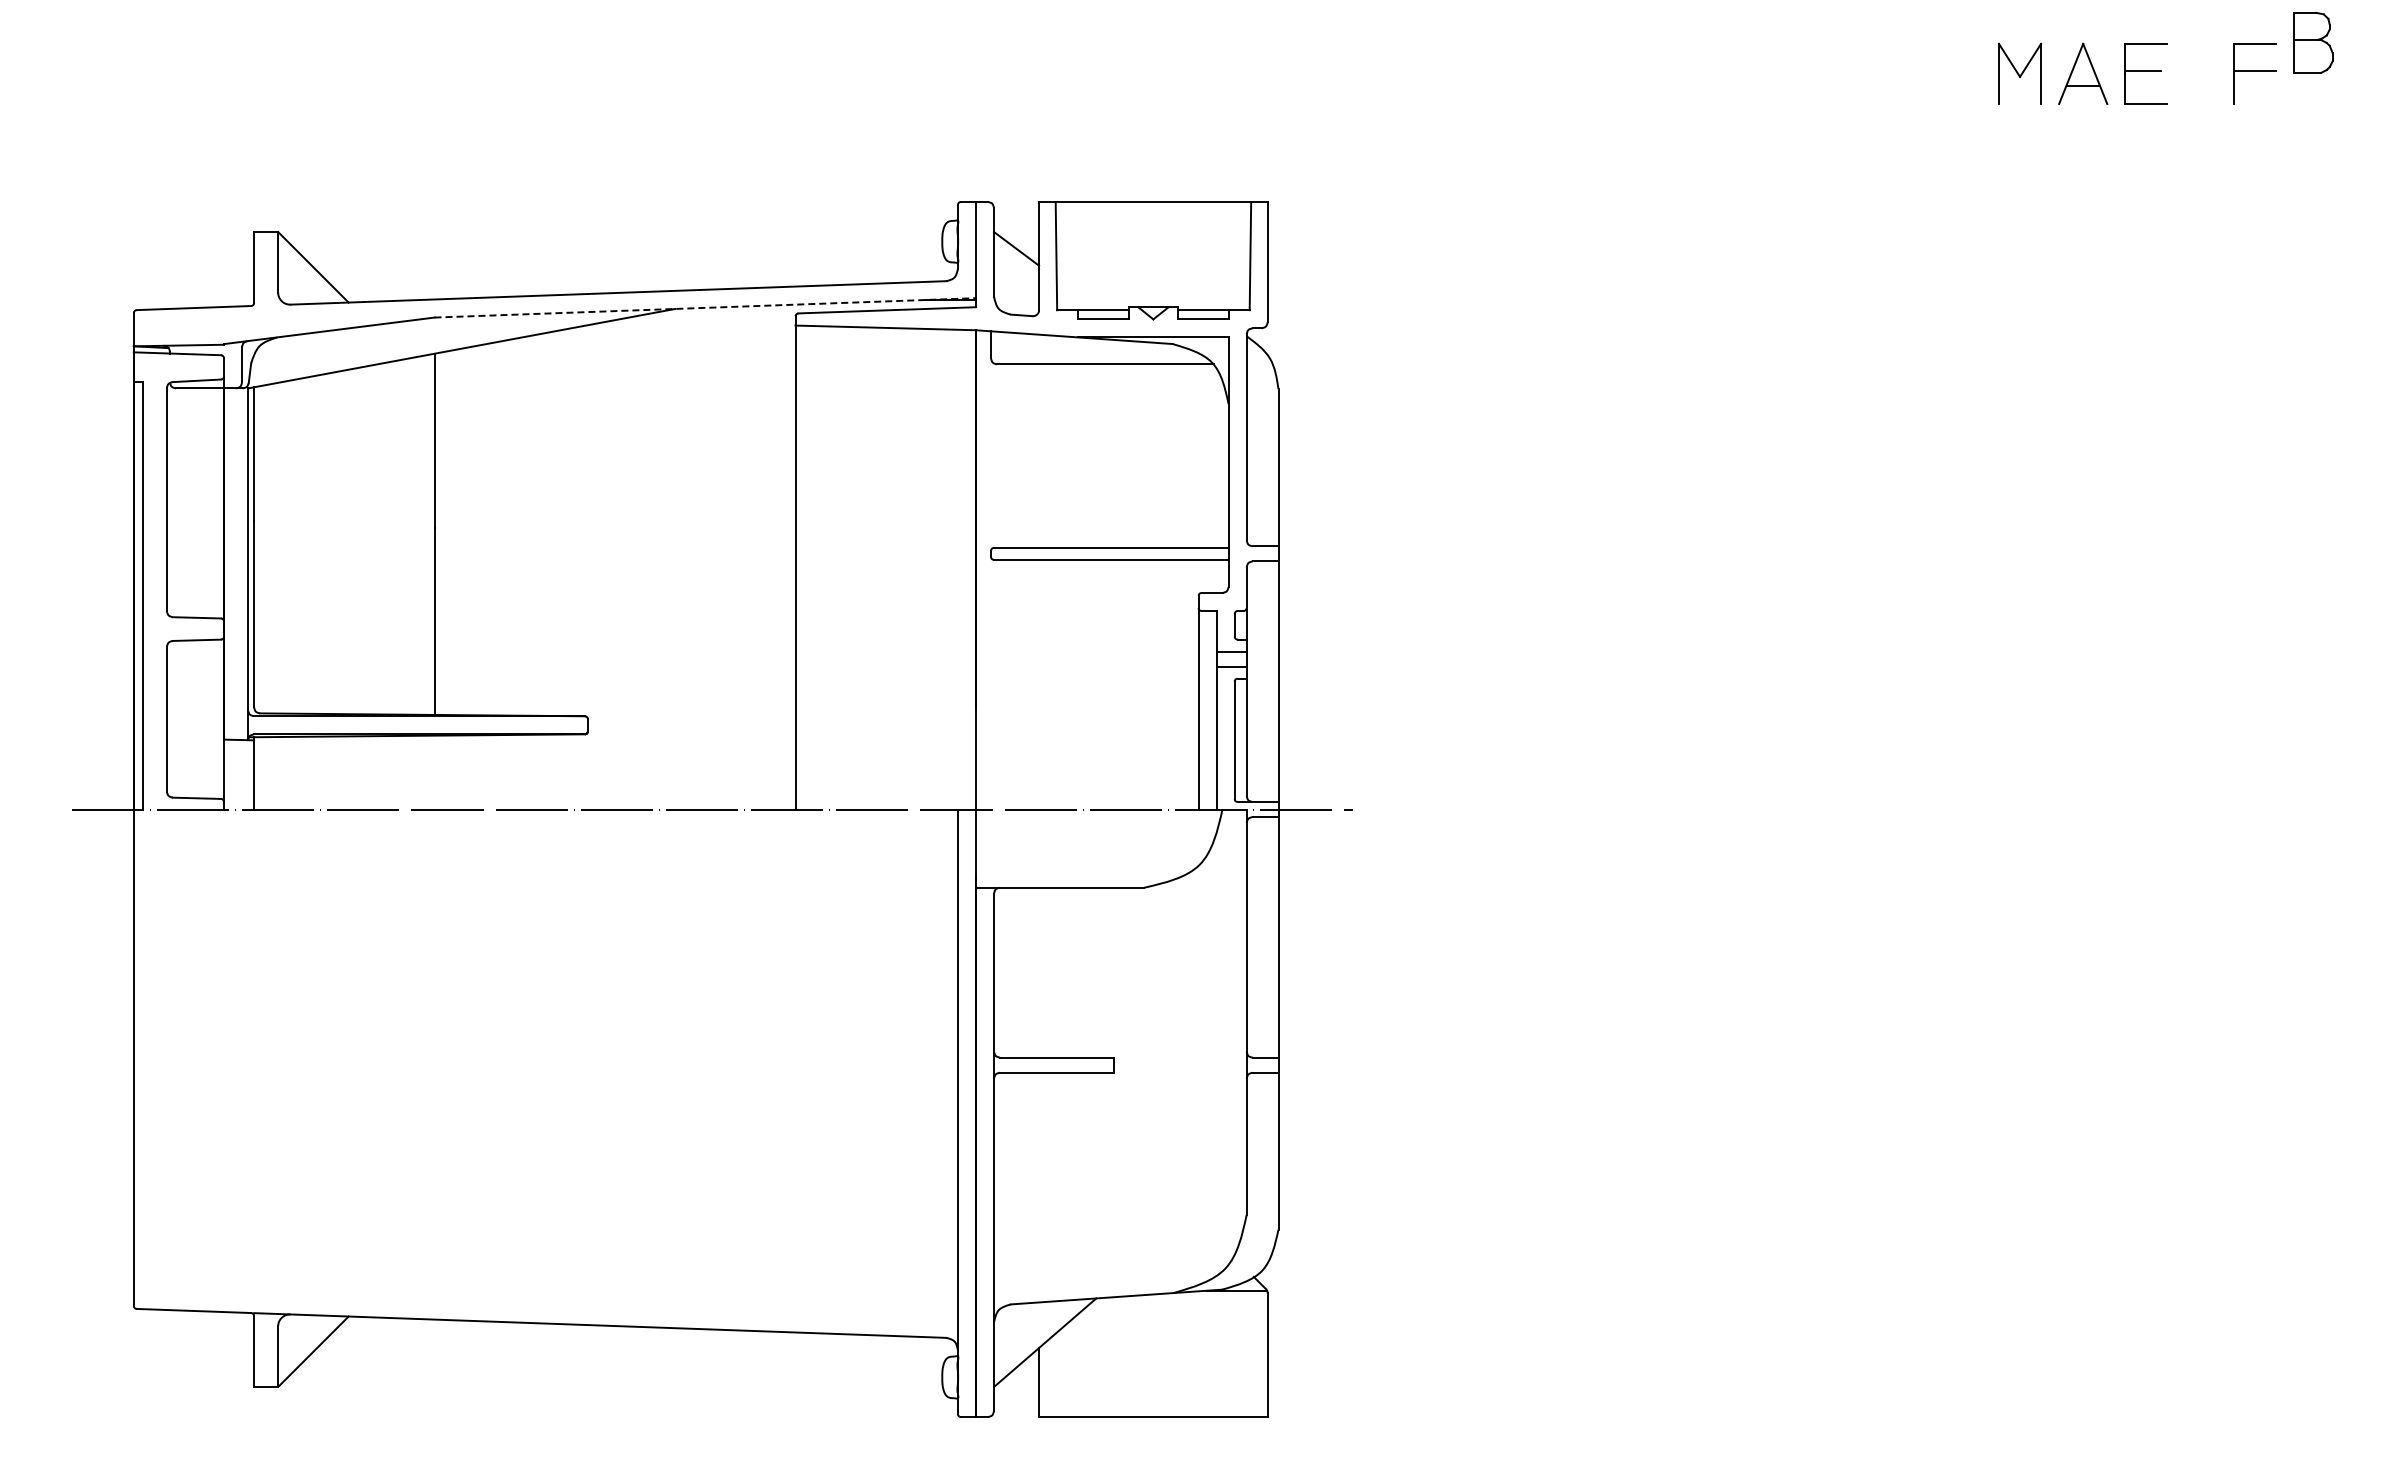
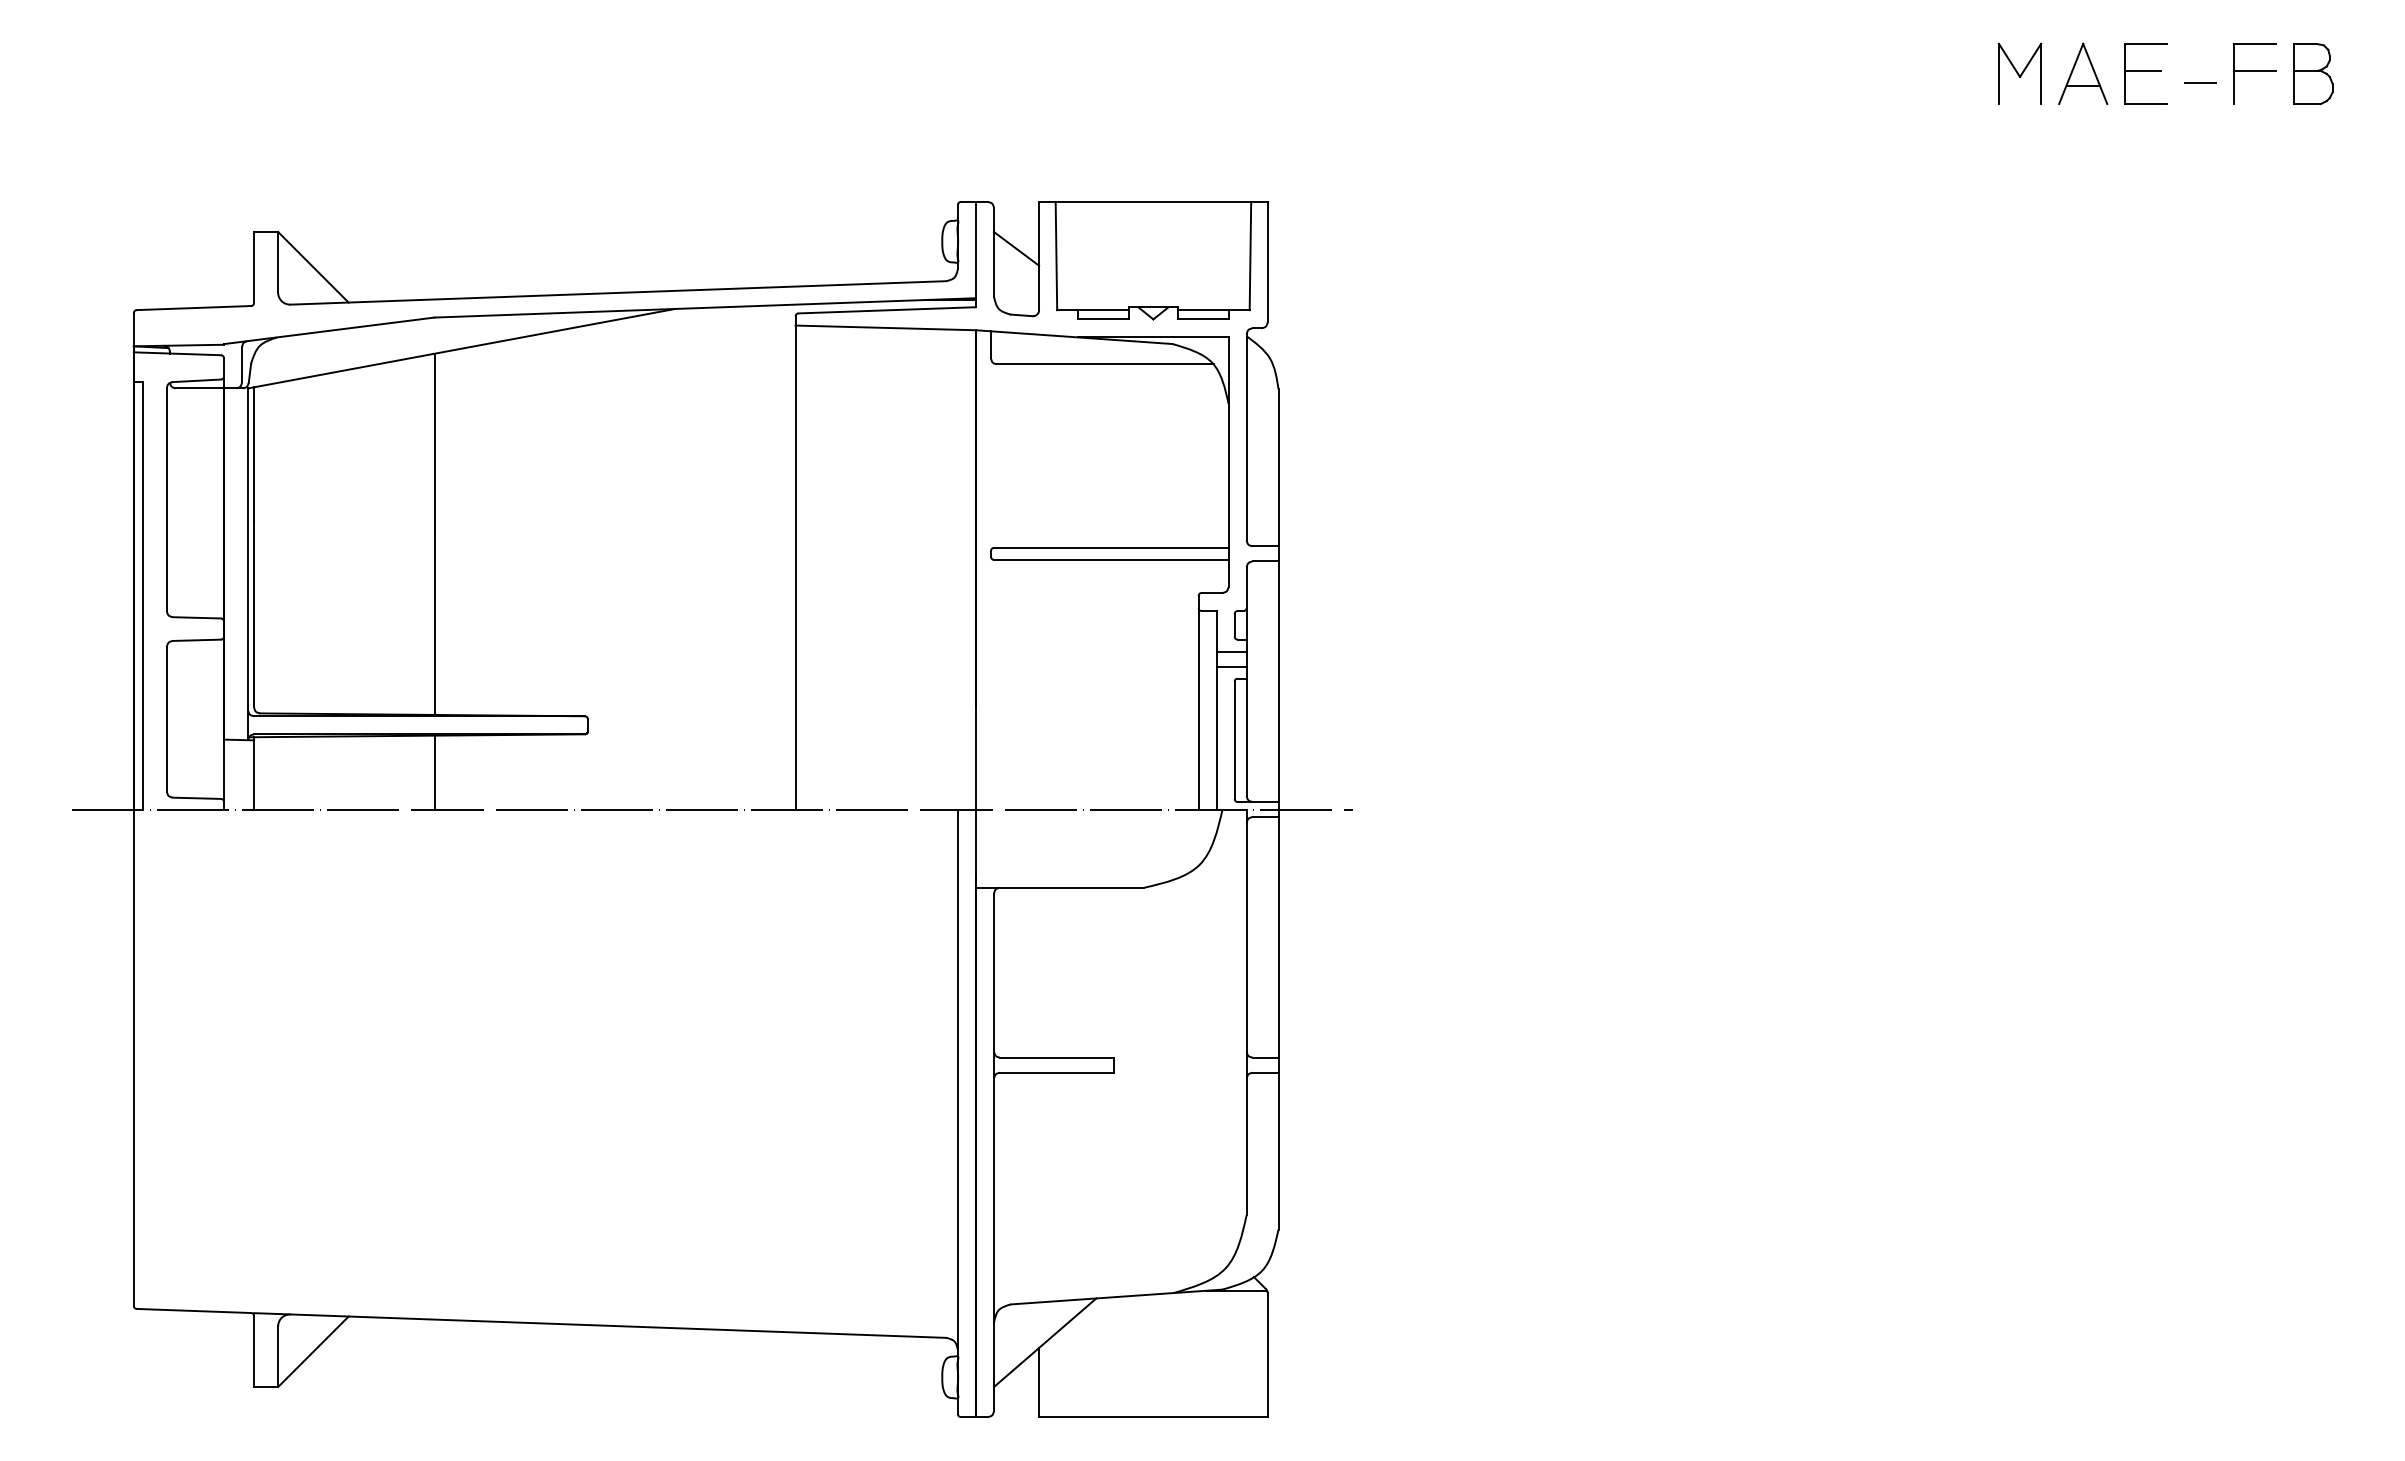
part at (2313, 42) position: (2313, 42) -> (2313, 73)
line at (2200, 82): none -> present
line at (705, 307): dashed -> solid
line at (434, 772): none -> present
